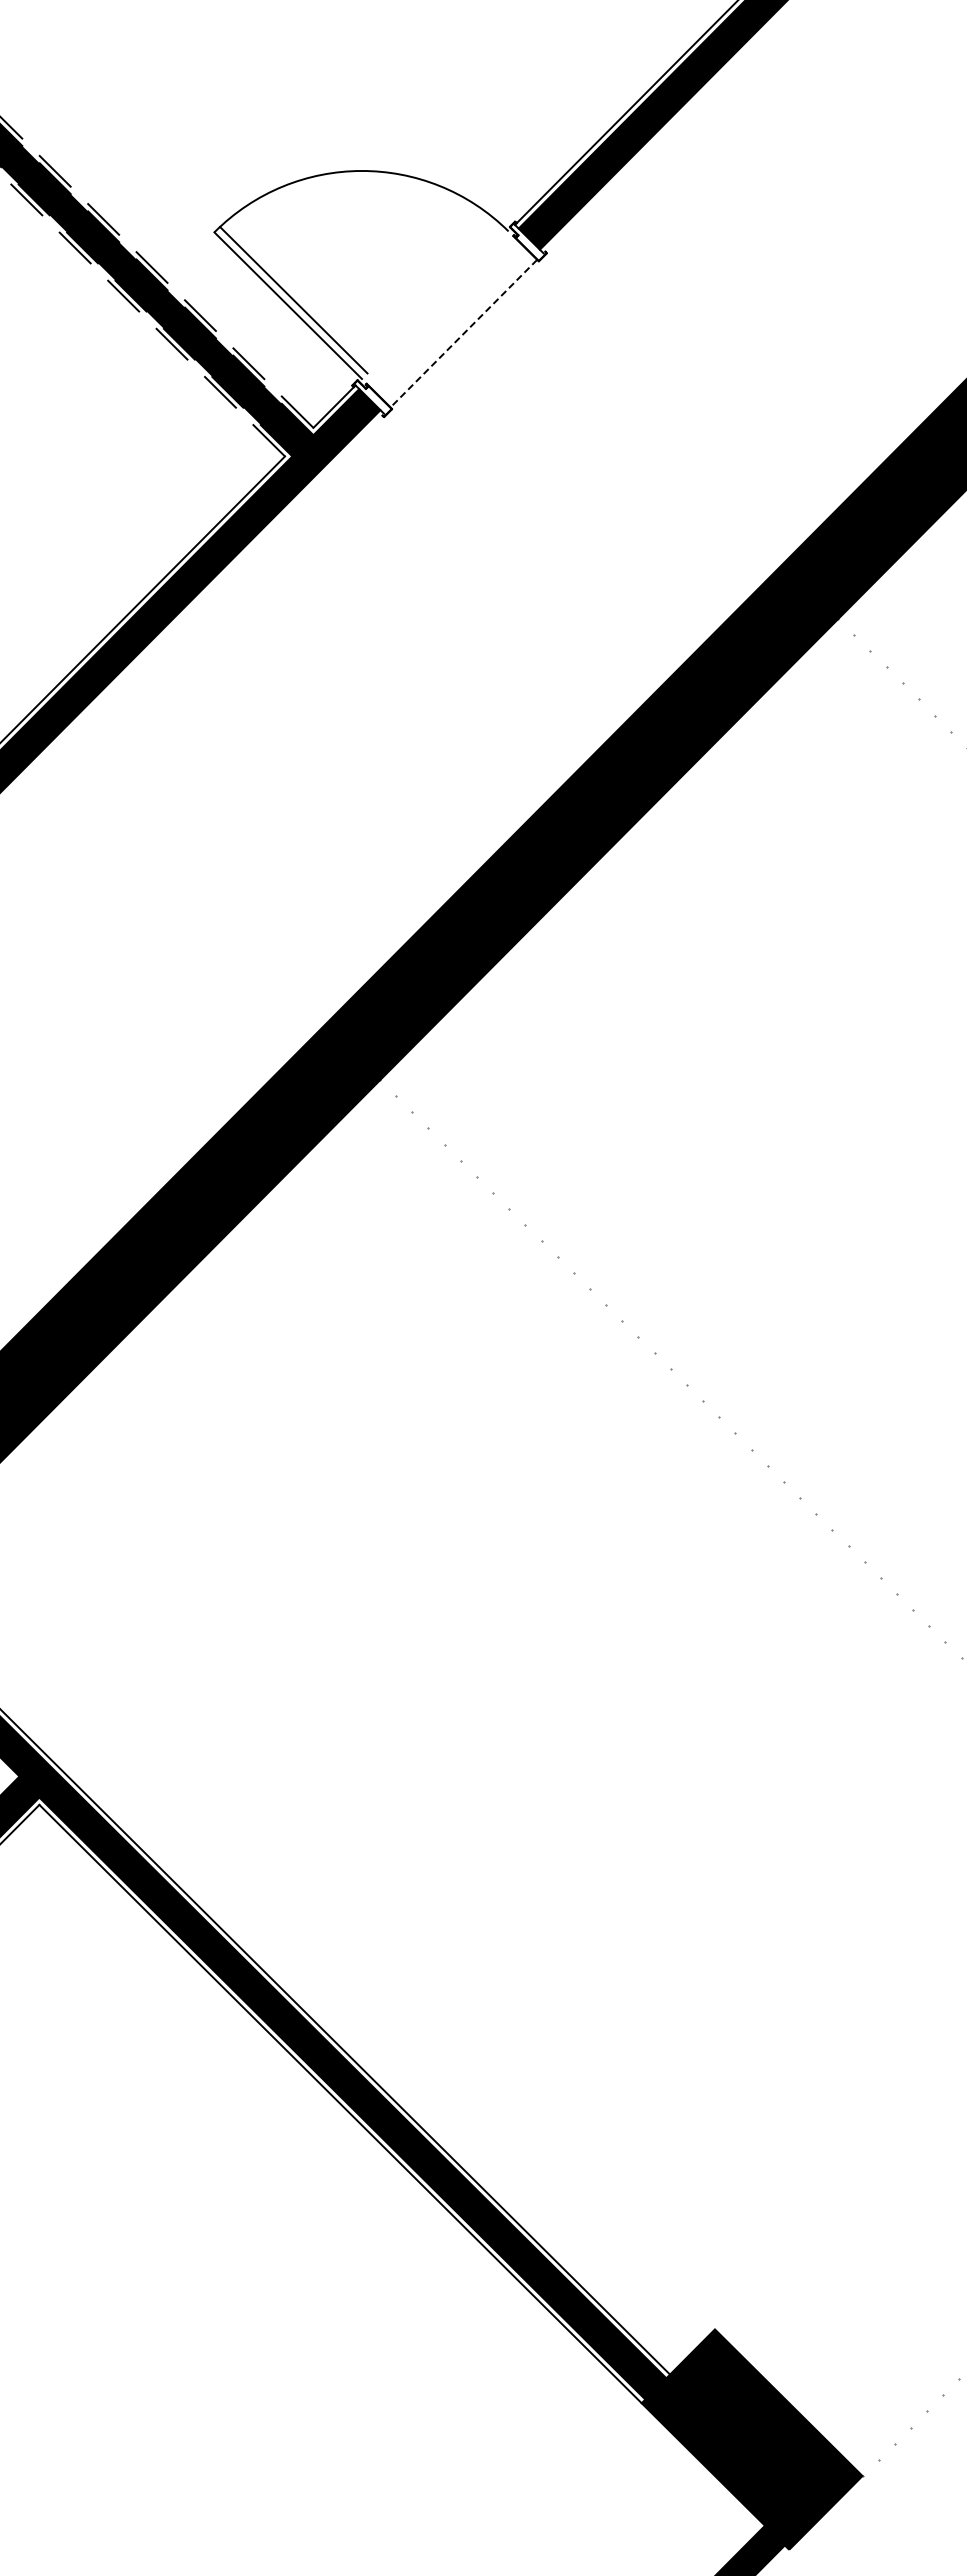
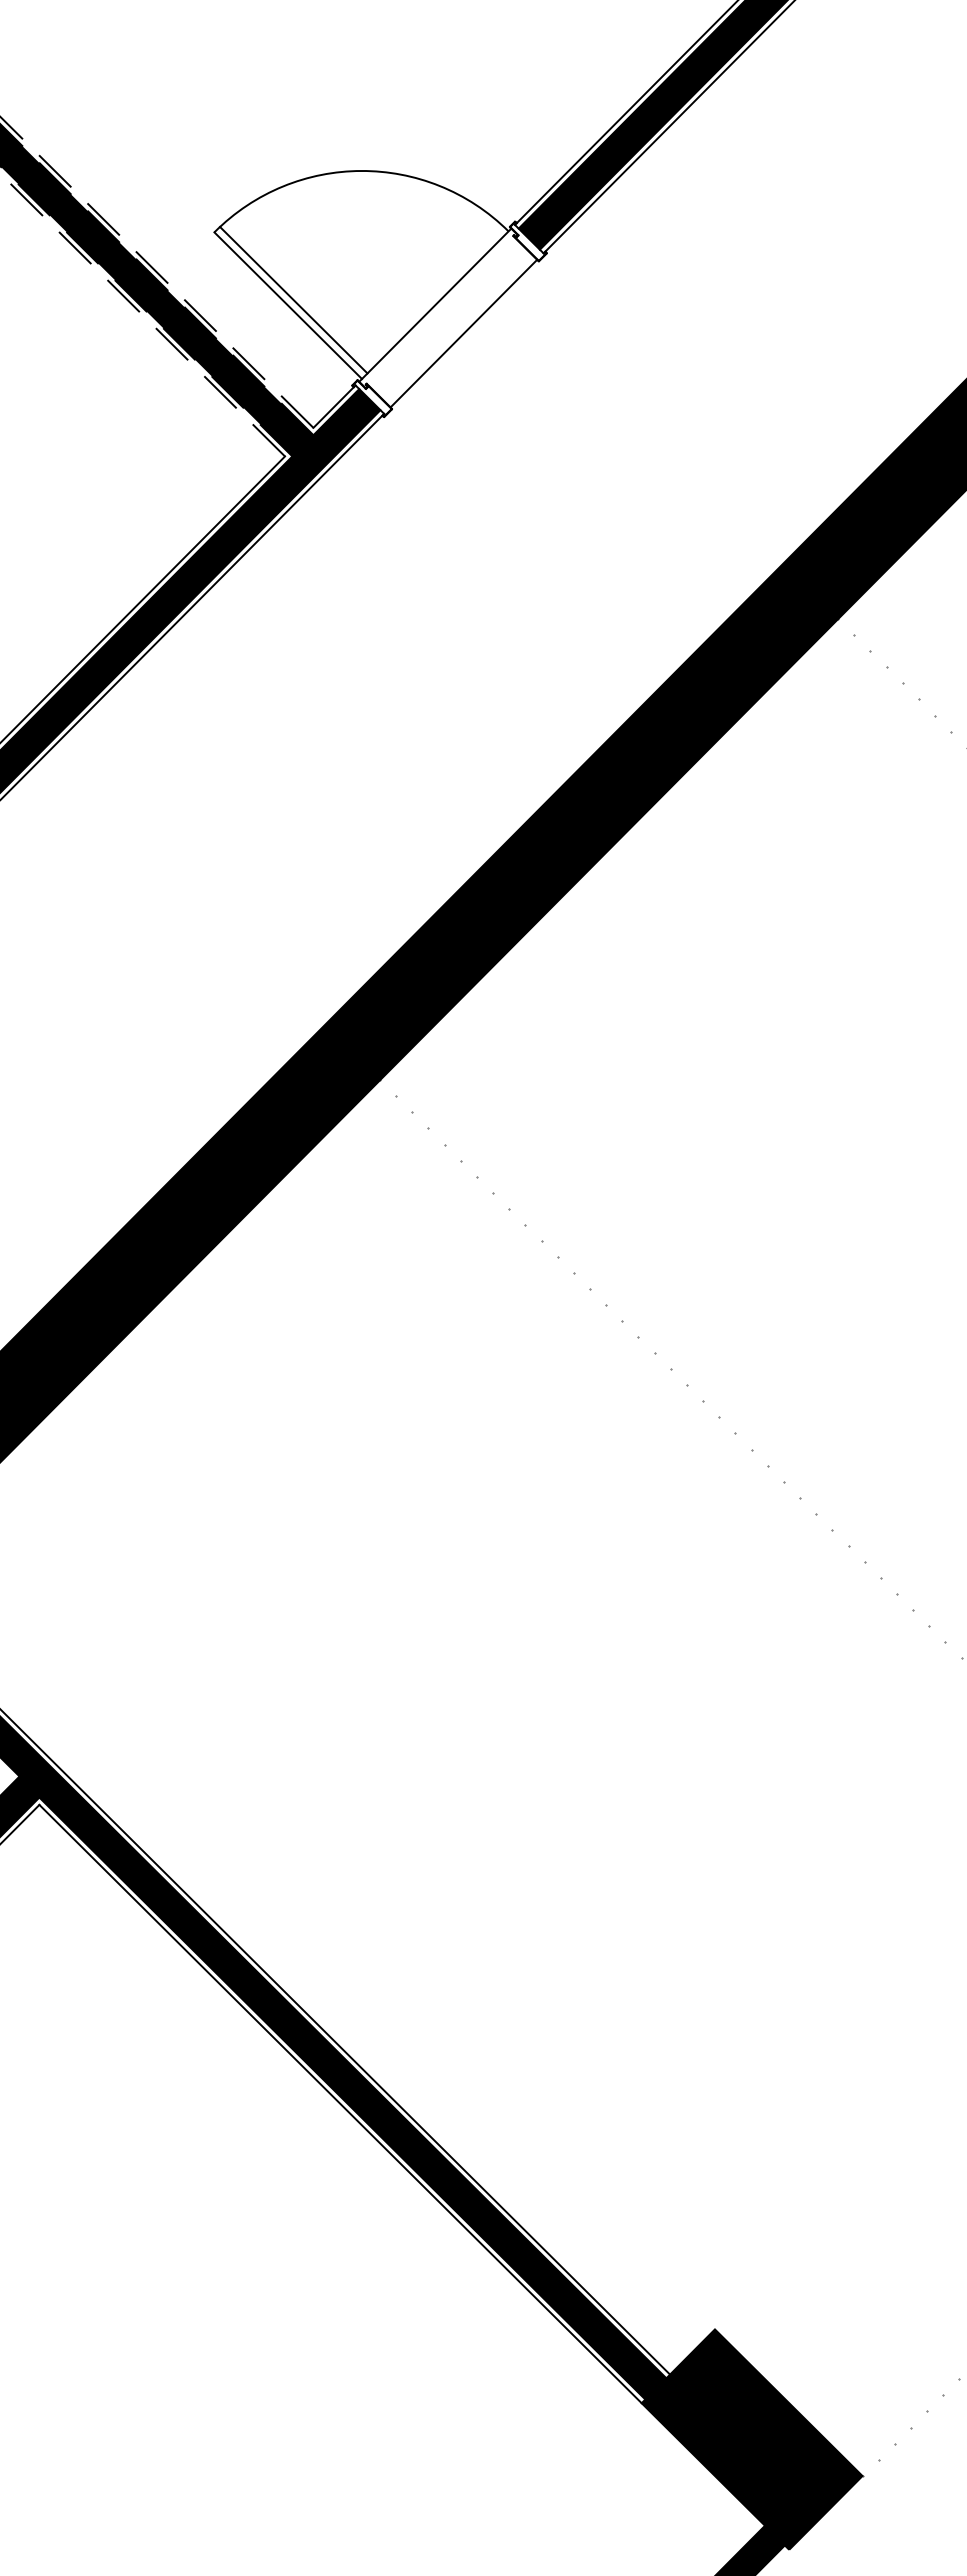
line at (667, 127): none -> present
line at (435, 304): none -> present
line at (463, 333): dashed -> solid
line at (193, 605): none -> present
